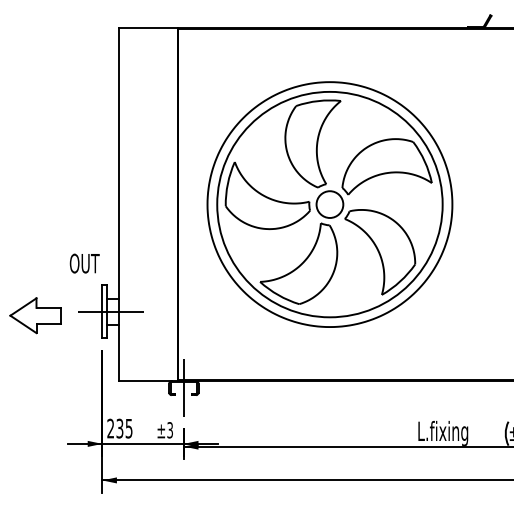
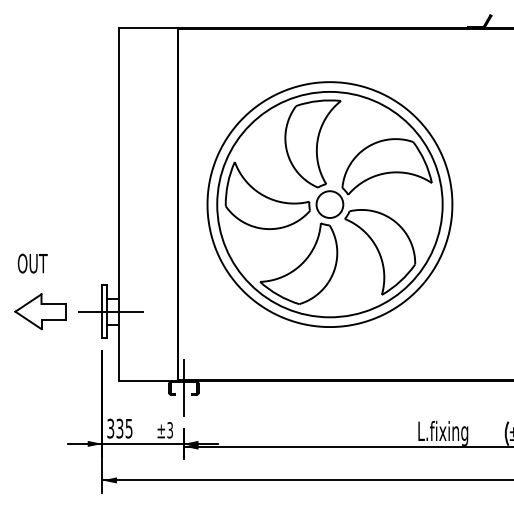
text at (84, 263) position: (84, 263) -> (32, 263)
part at (35, 315) position: (35, 315) -> (40, 311)
text at (110, 428): 235 -> 335
